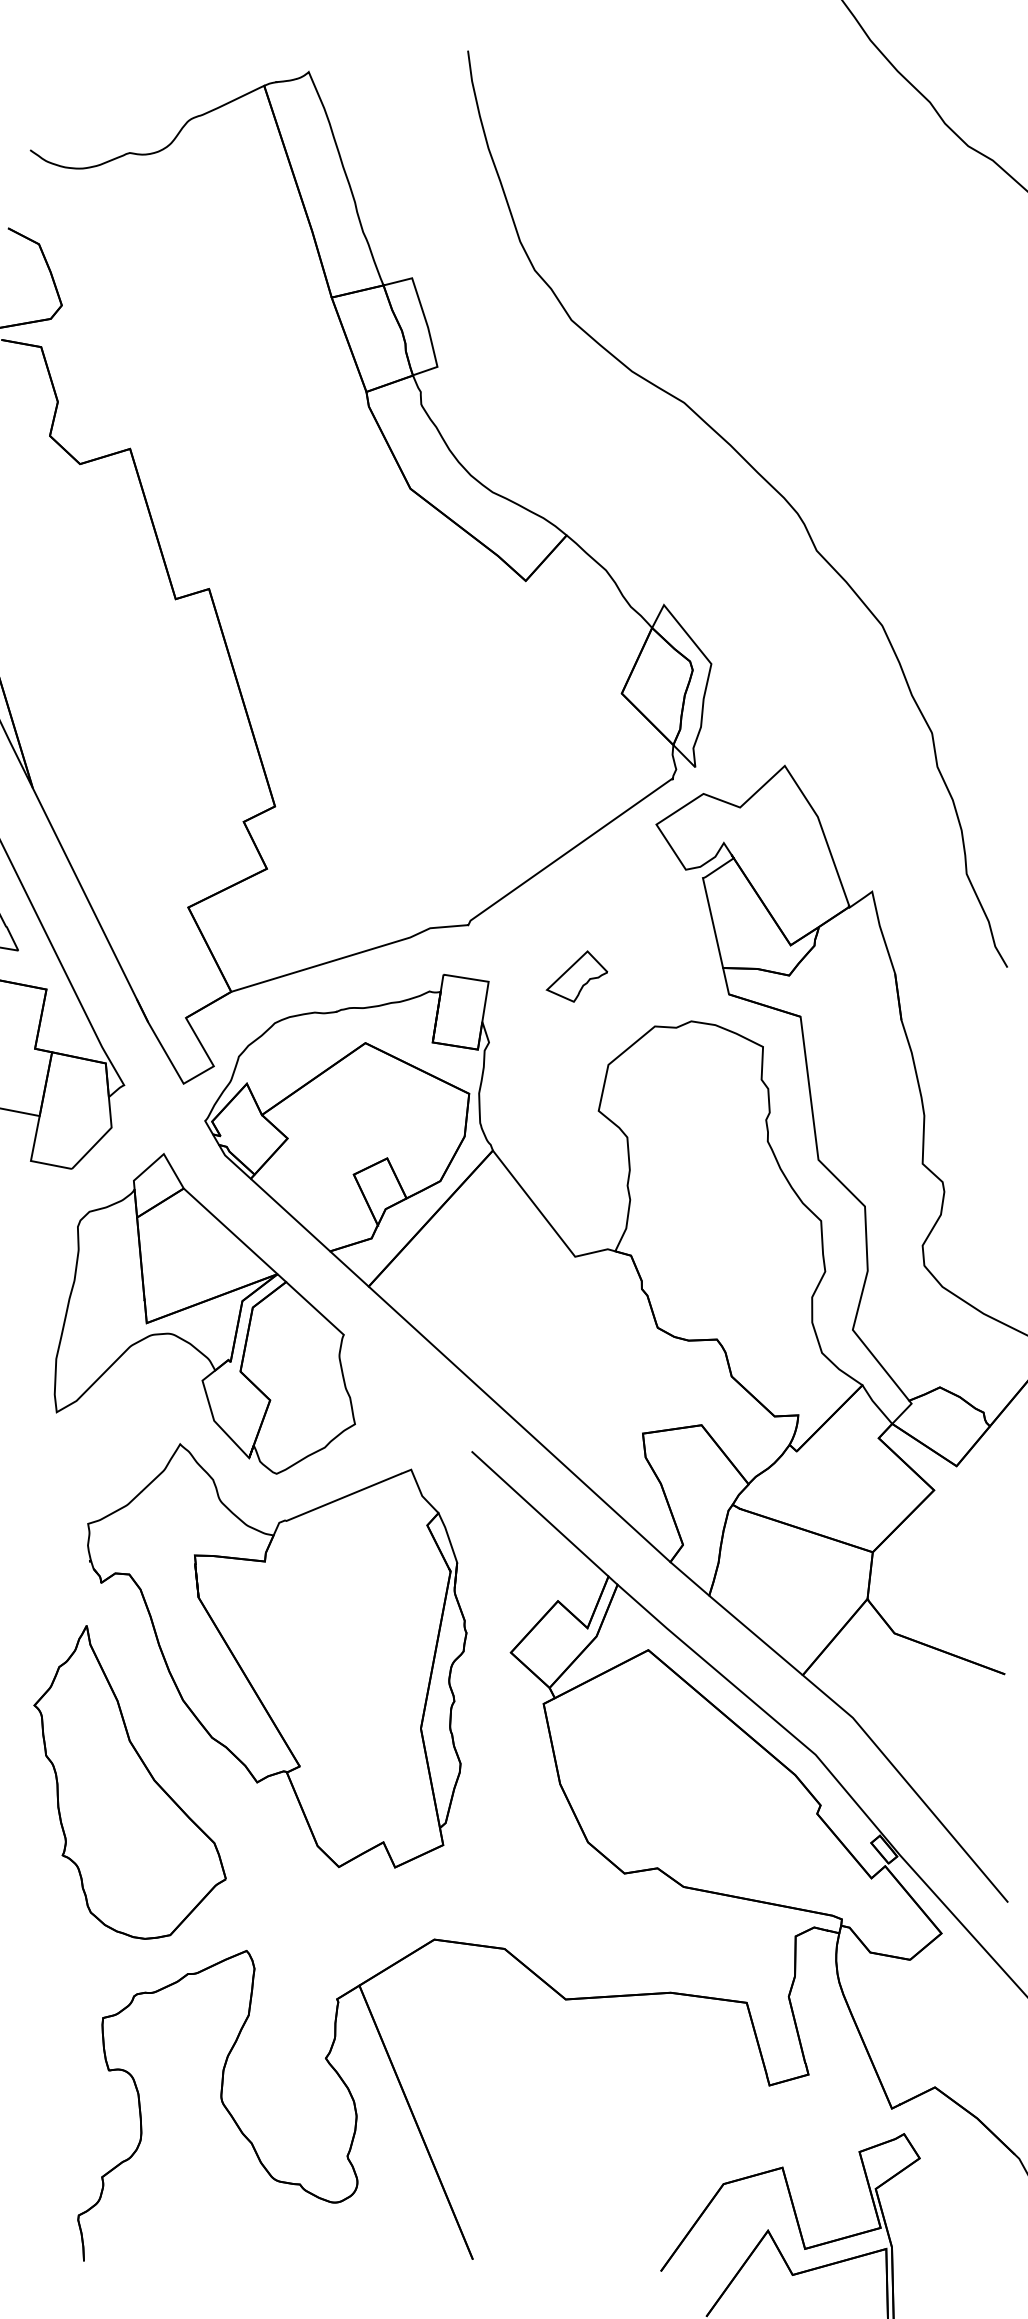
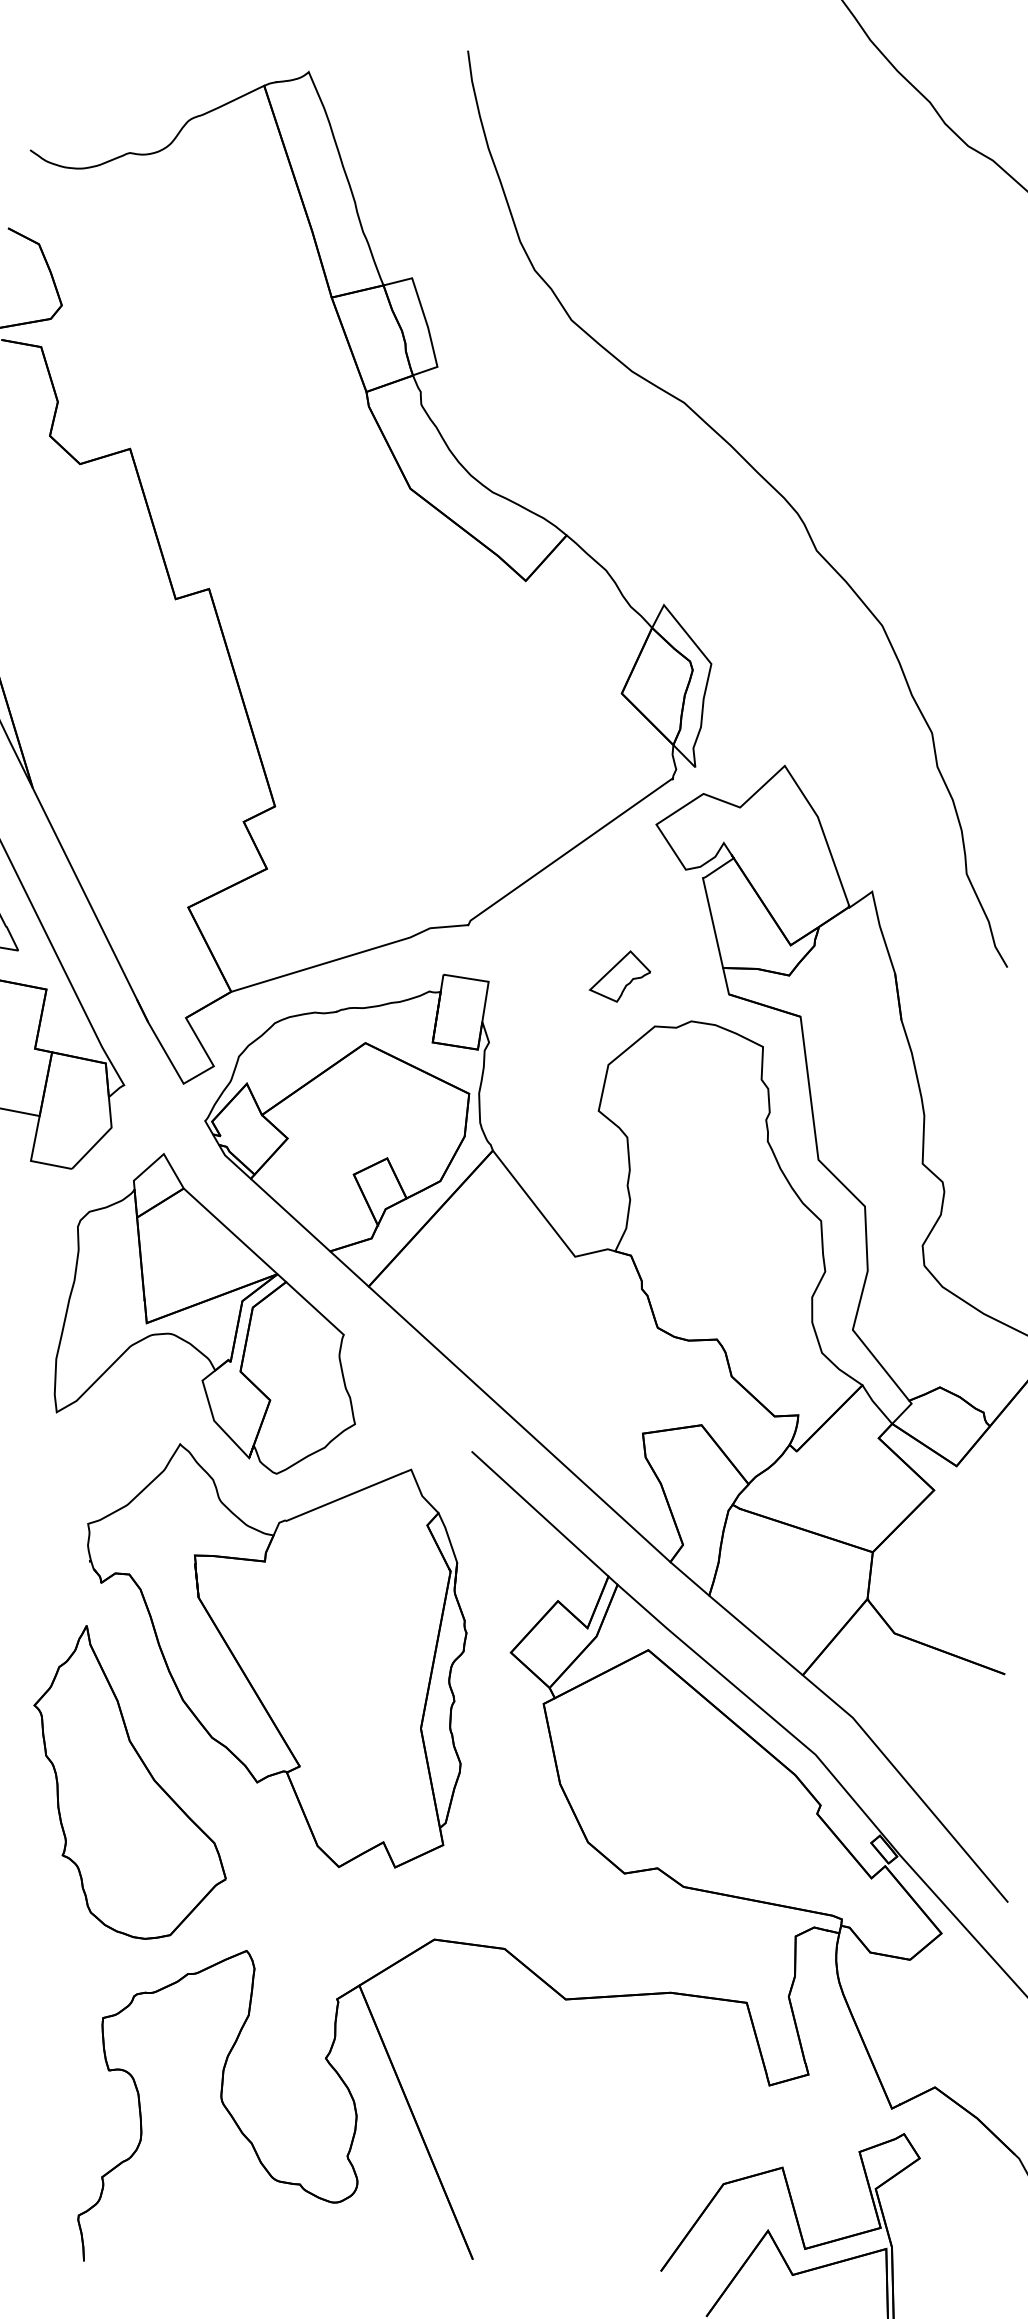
part at (576, 976) position: (576, 976) -> (619, 976)
